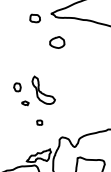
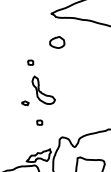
part at (34, 18): present -> none
part at (30, 62): none -> present
part at (17, 87): present -> none
